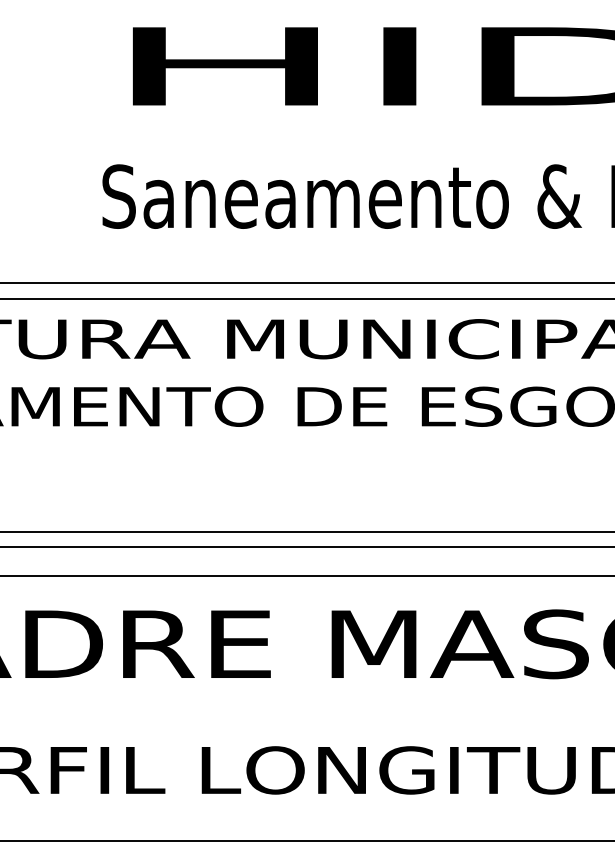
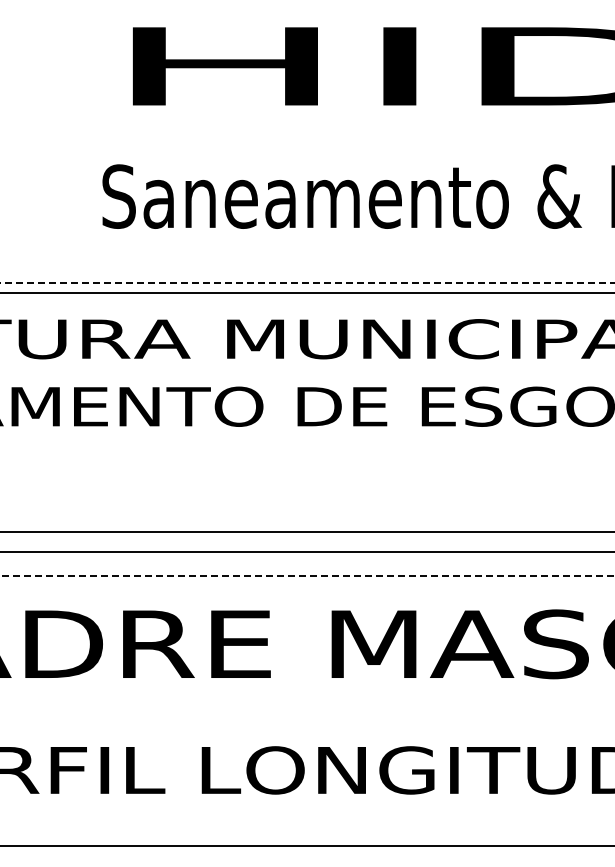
line at (307, 282): solid -> dashed
line at (306, 298) position: (306, 298) -> (306, 292)
line at (306, 547) position: (306, 547) -> (306, 552)
line at (307, 575): solid -> dashed
line at (306, 840) position: (306, 840) -> (306, 845)
